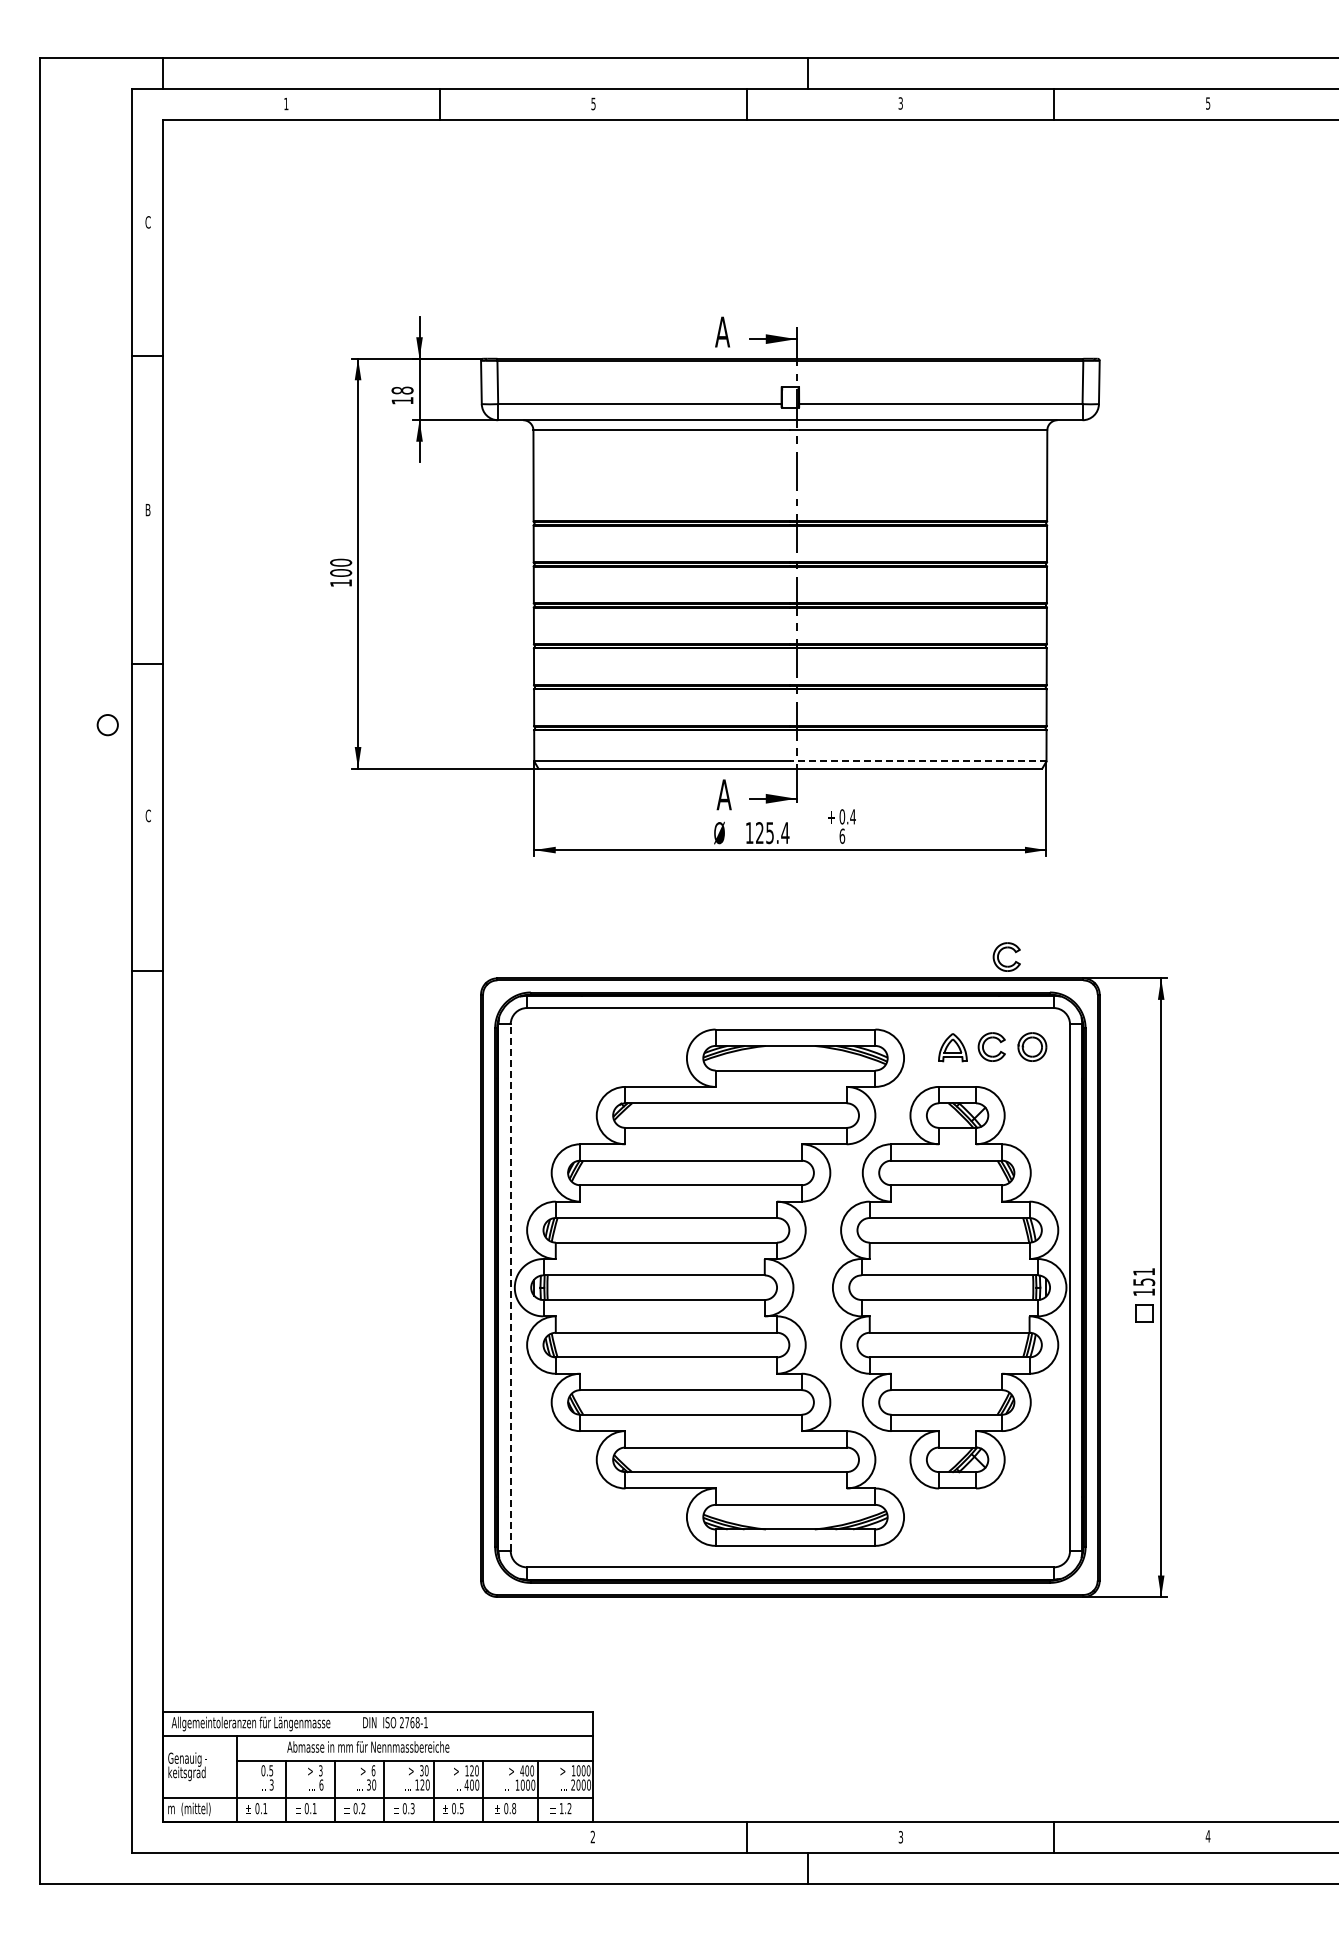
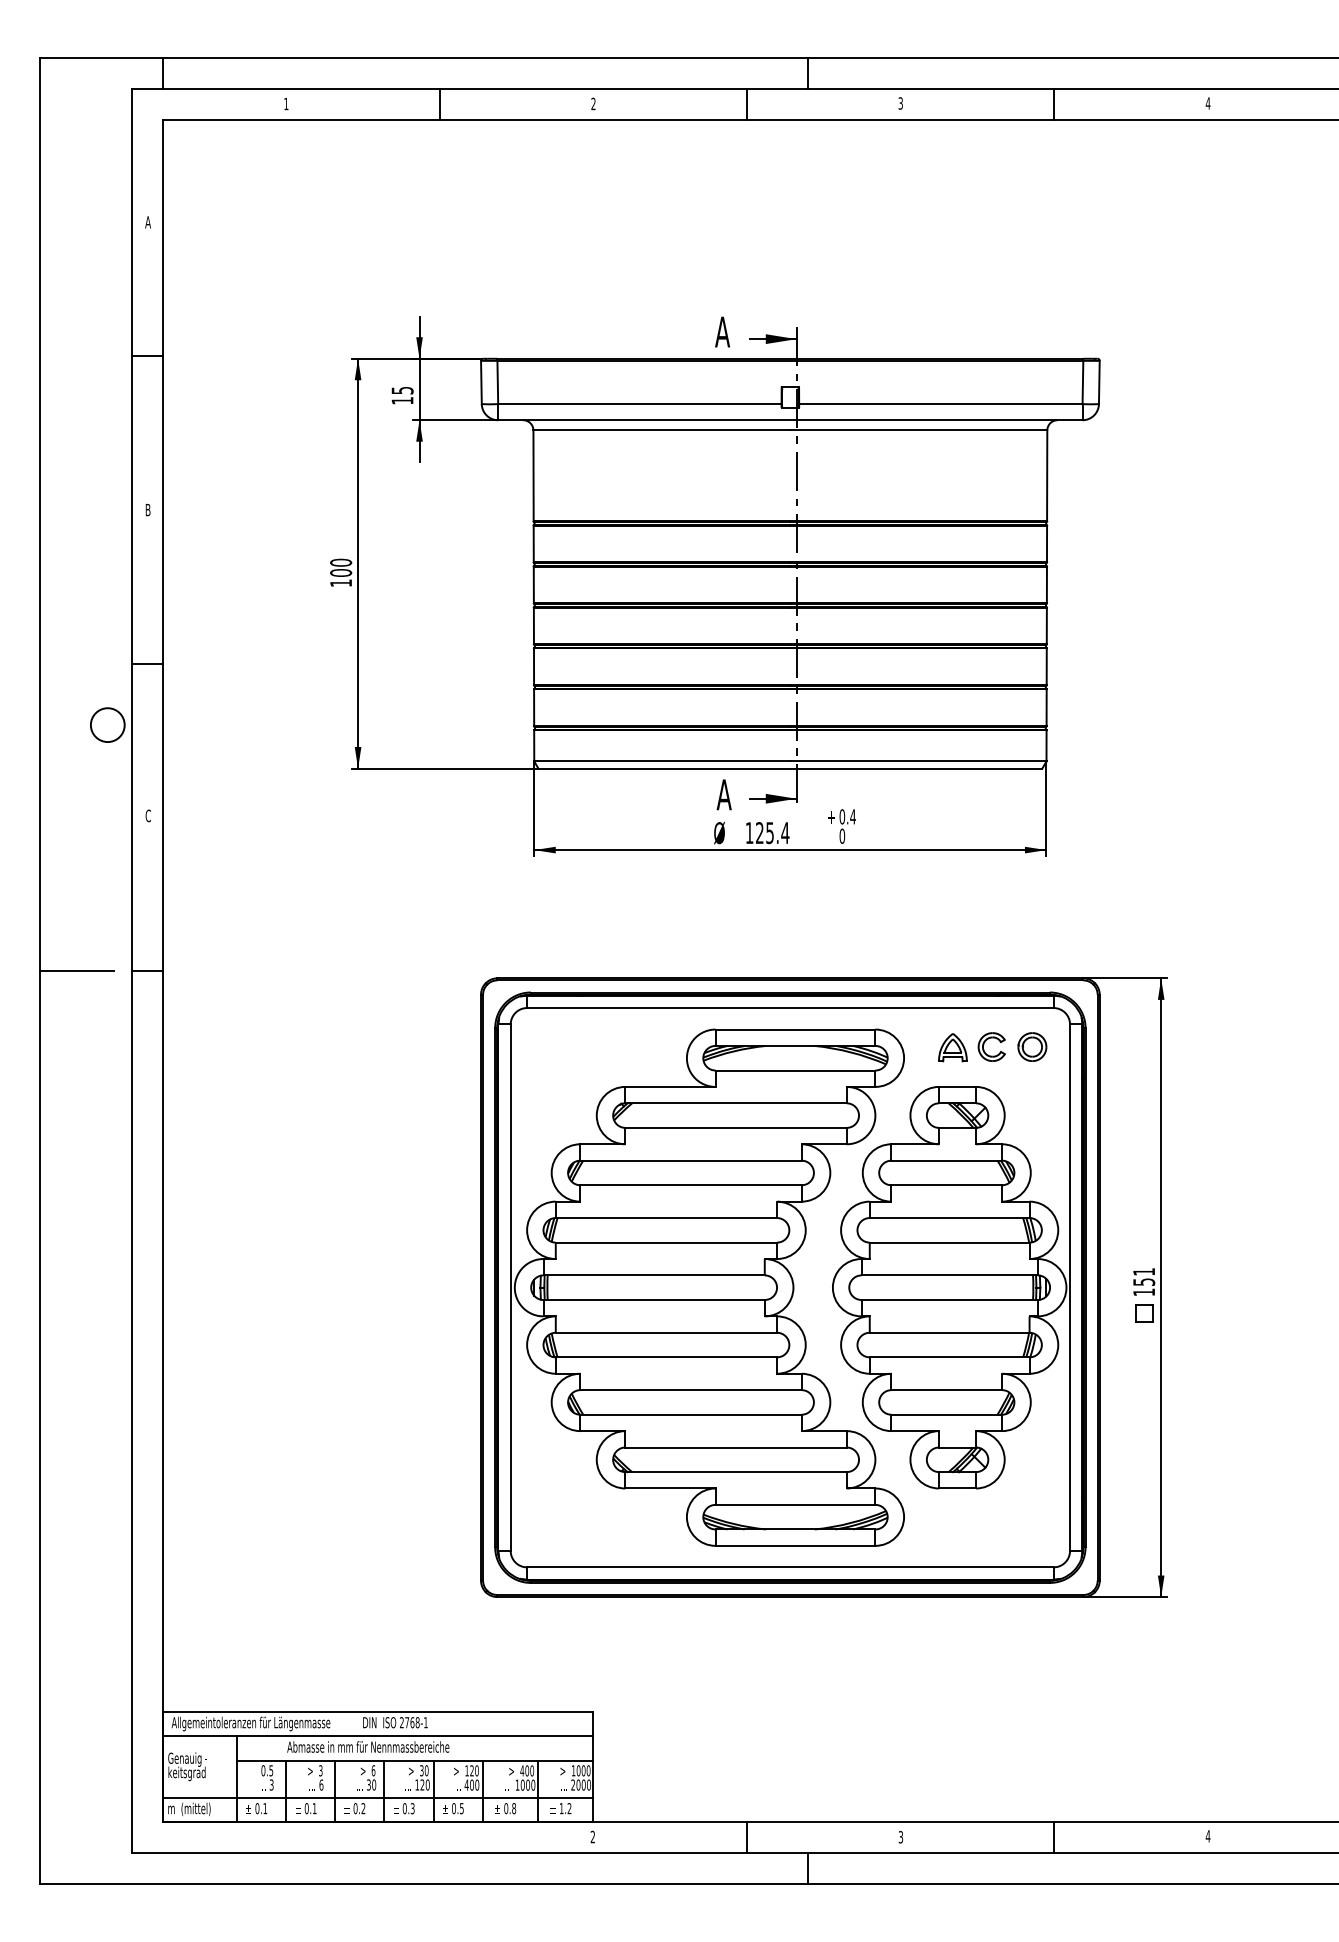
text at (593, 103): 5 -> 2
text at (1207, 103): 5 -> 4
text at (147, 222): C -> A
text at (402, 390): 18 -> 15
circle at (107, 725) diameter: 20 px -> 34 px
line at (917, 761): dashed -> solid
text at (842, 835): 6 -> 0
part at (1002, 950): present -> none
line at (76, 971): none -> present
line at (510, 1287): dashed -> solid
